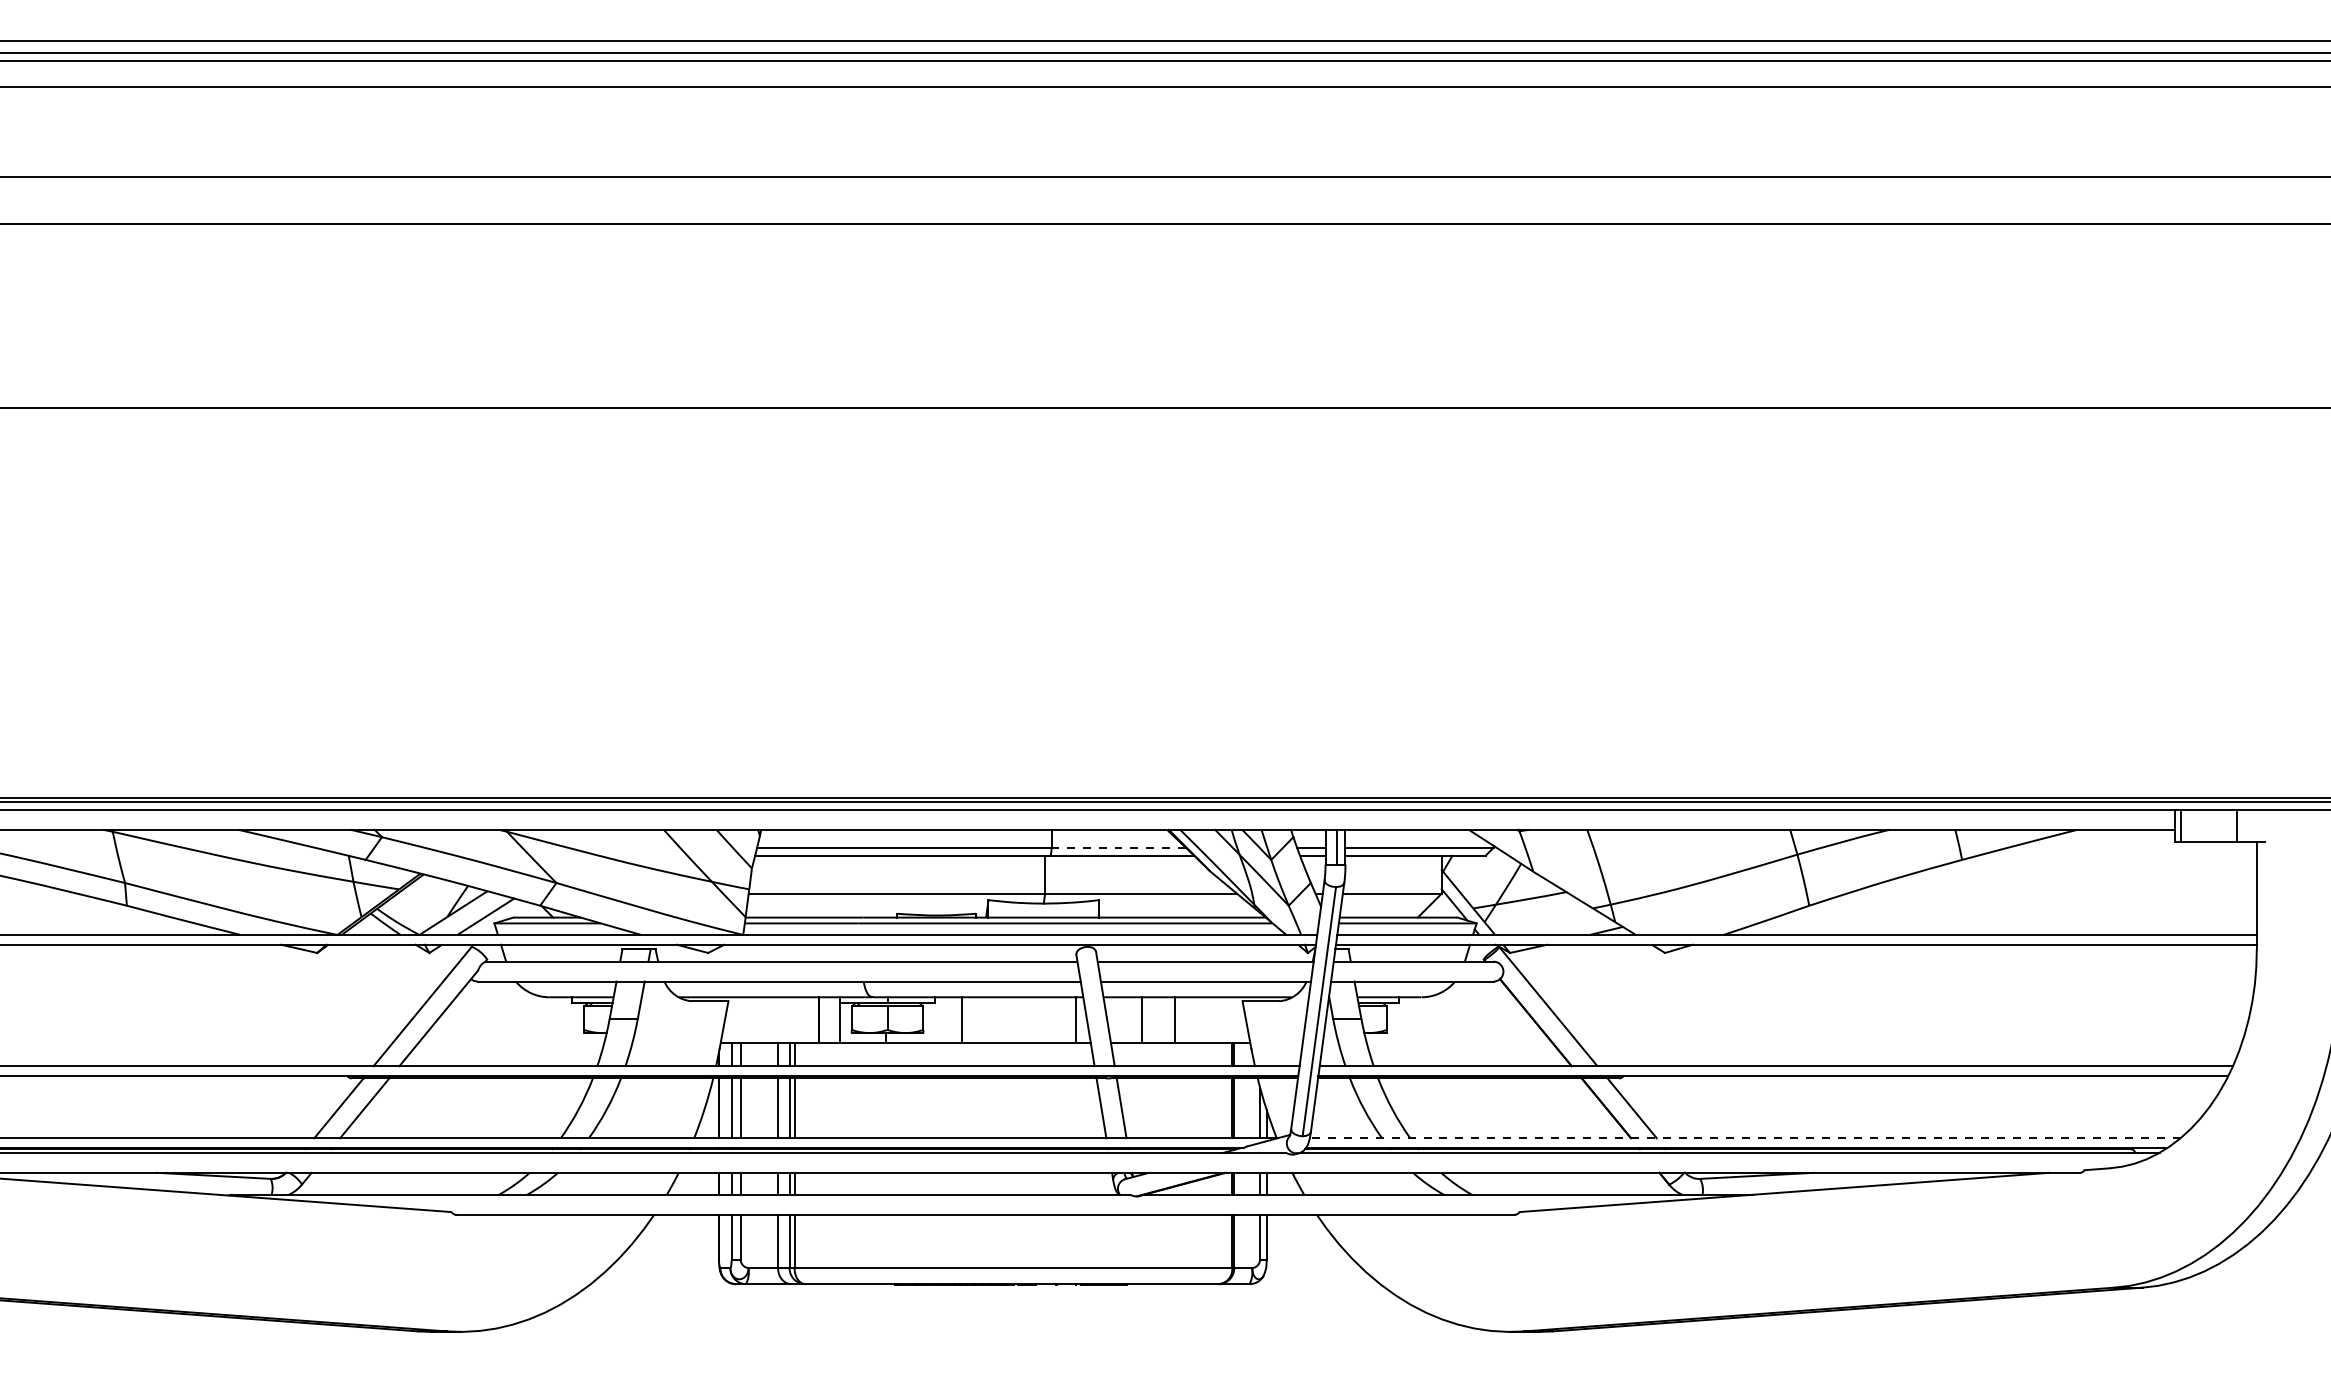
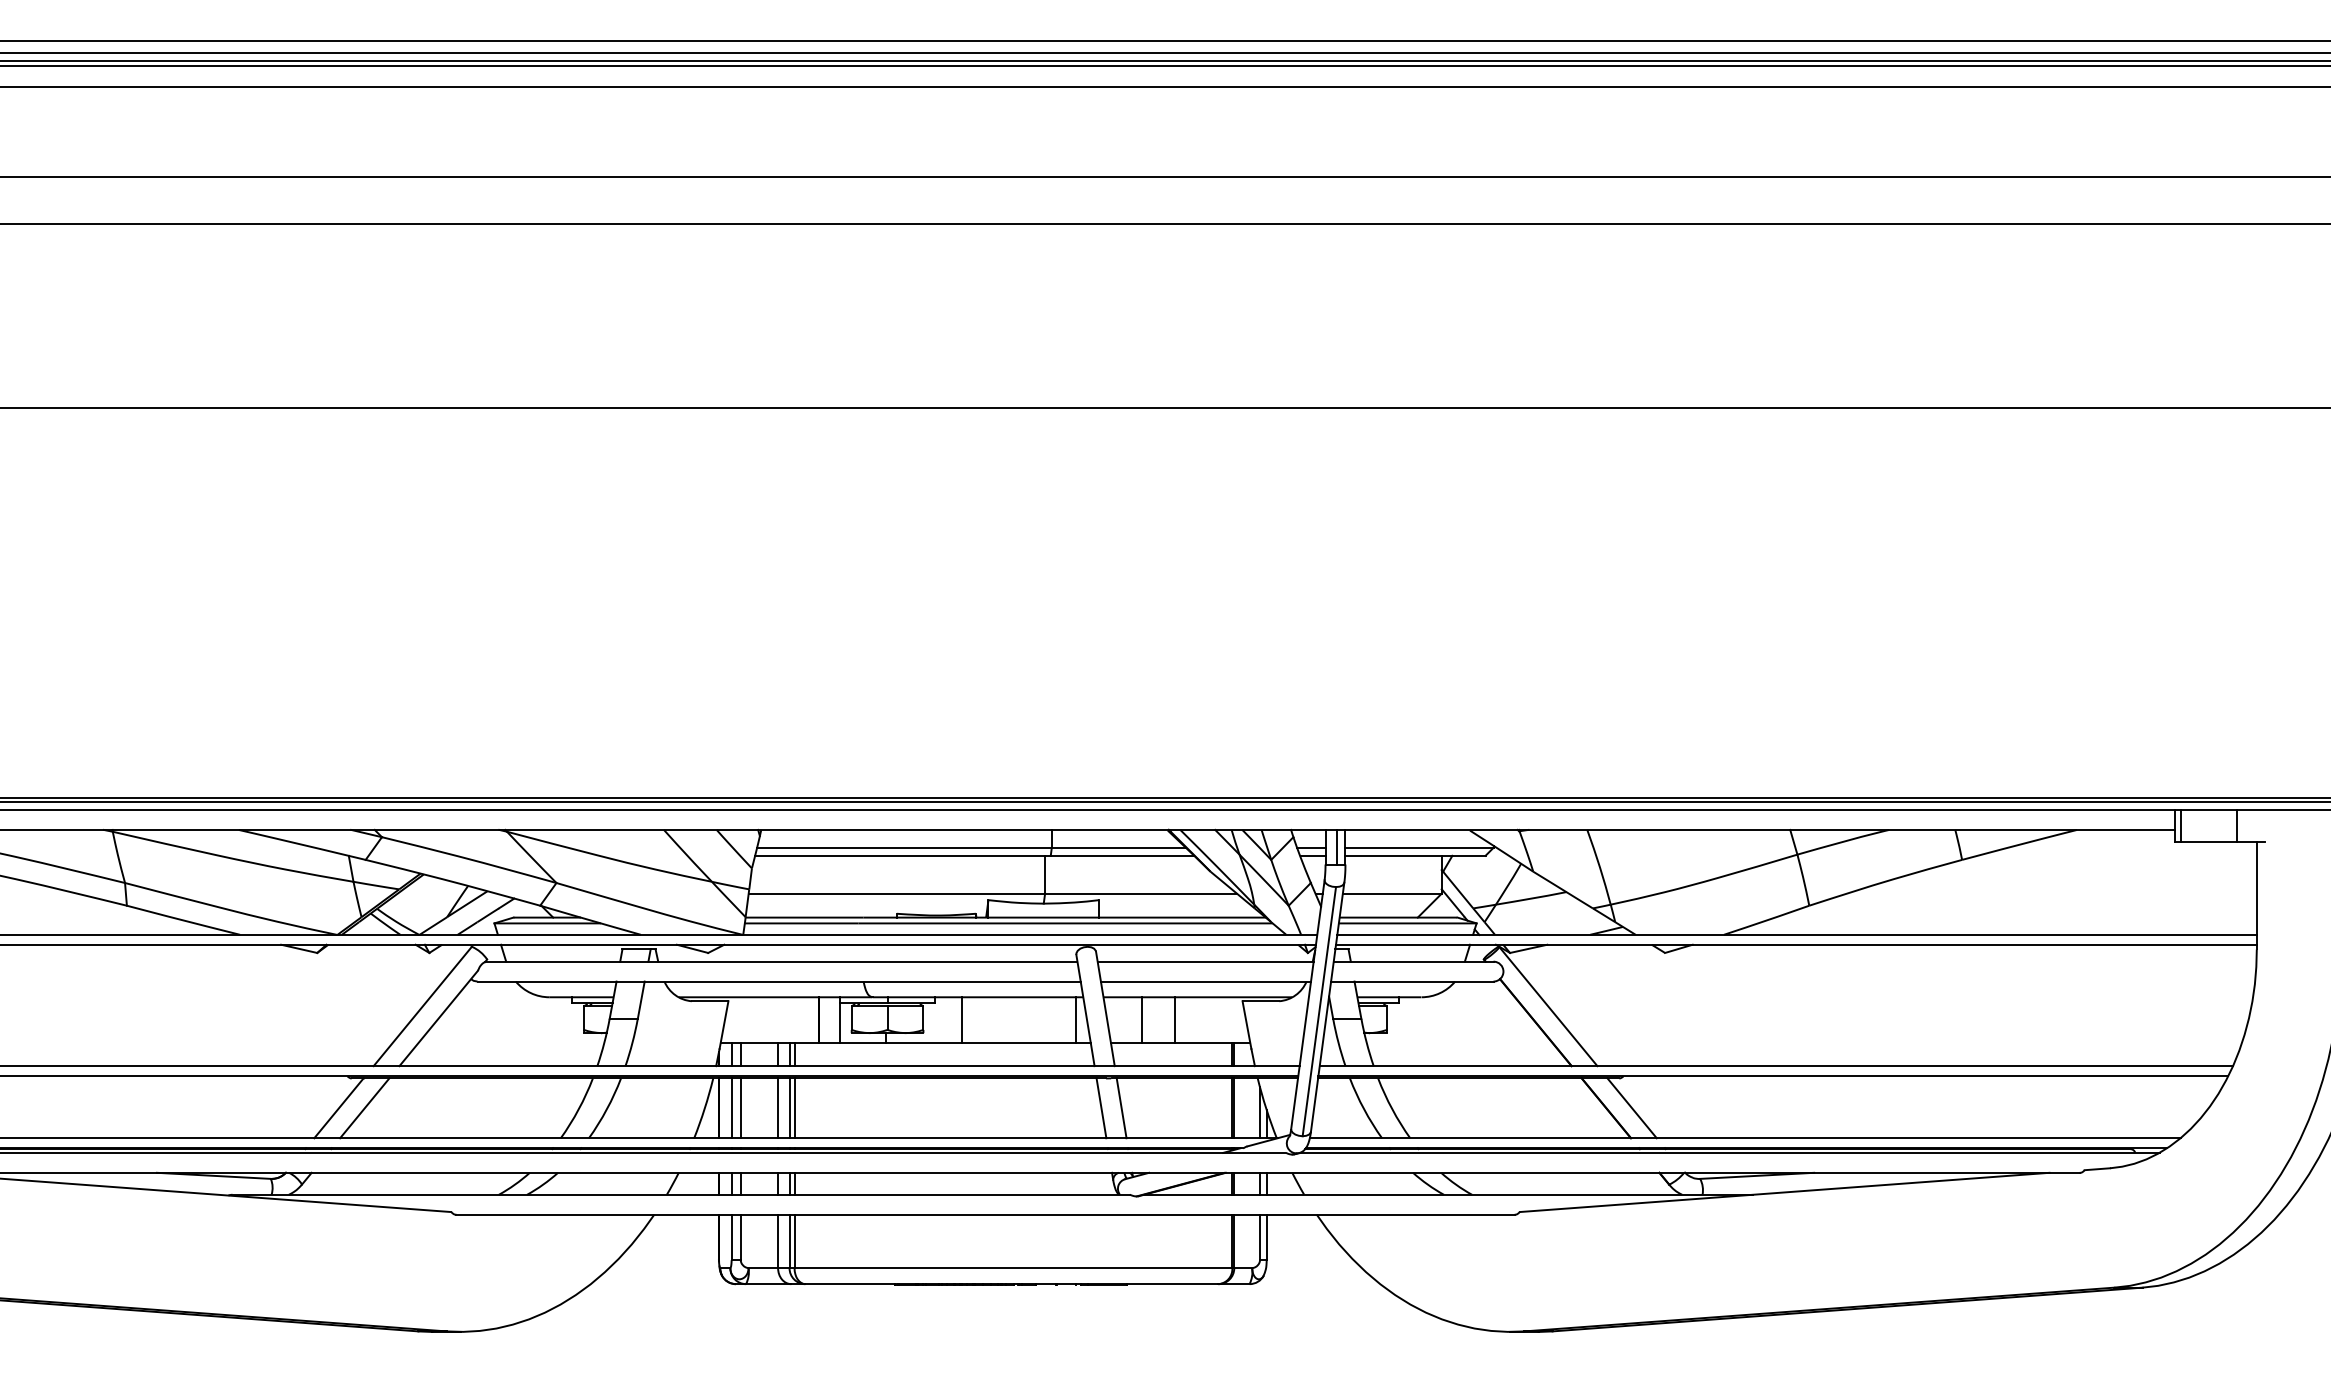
line at (1164, 66): none -> present
line at (1118, 847): dashed -> solid
line at (1744, 1138): dashed -> solid
